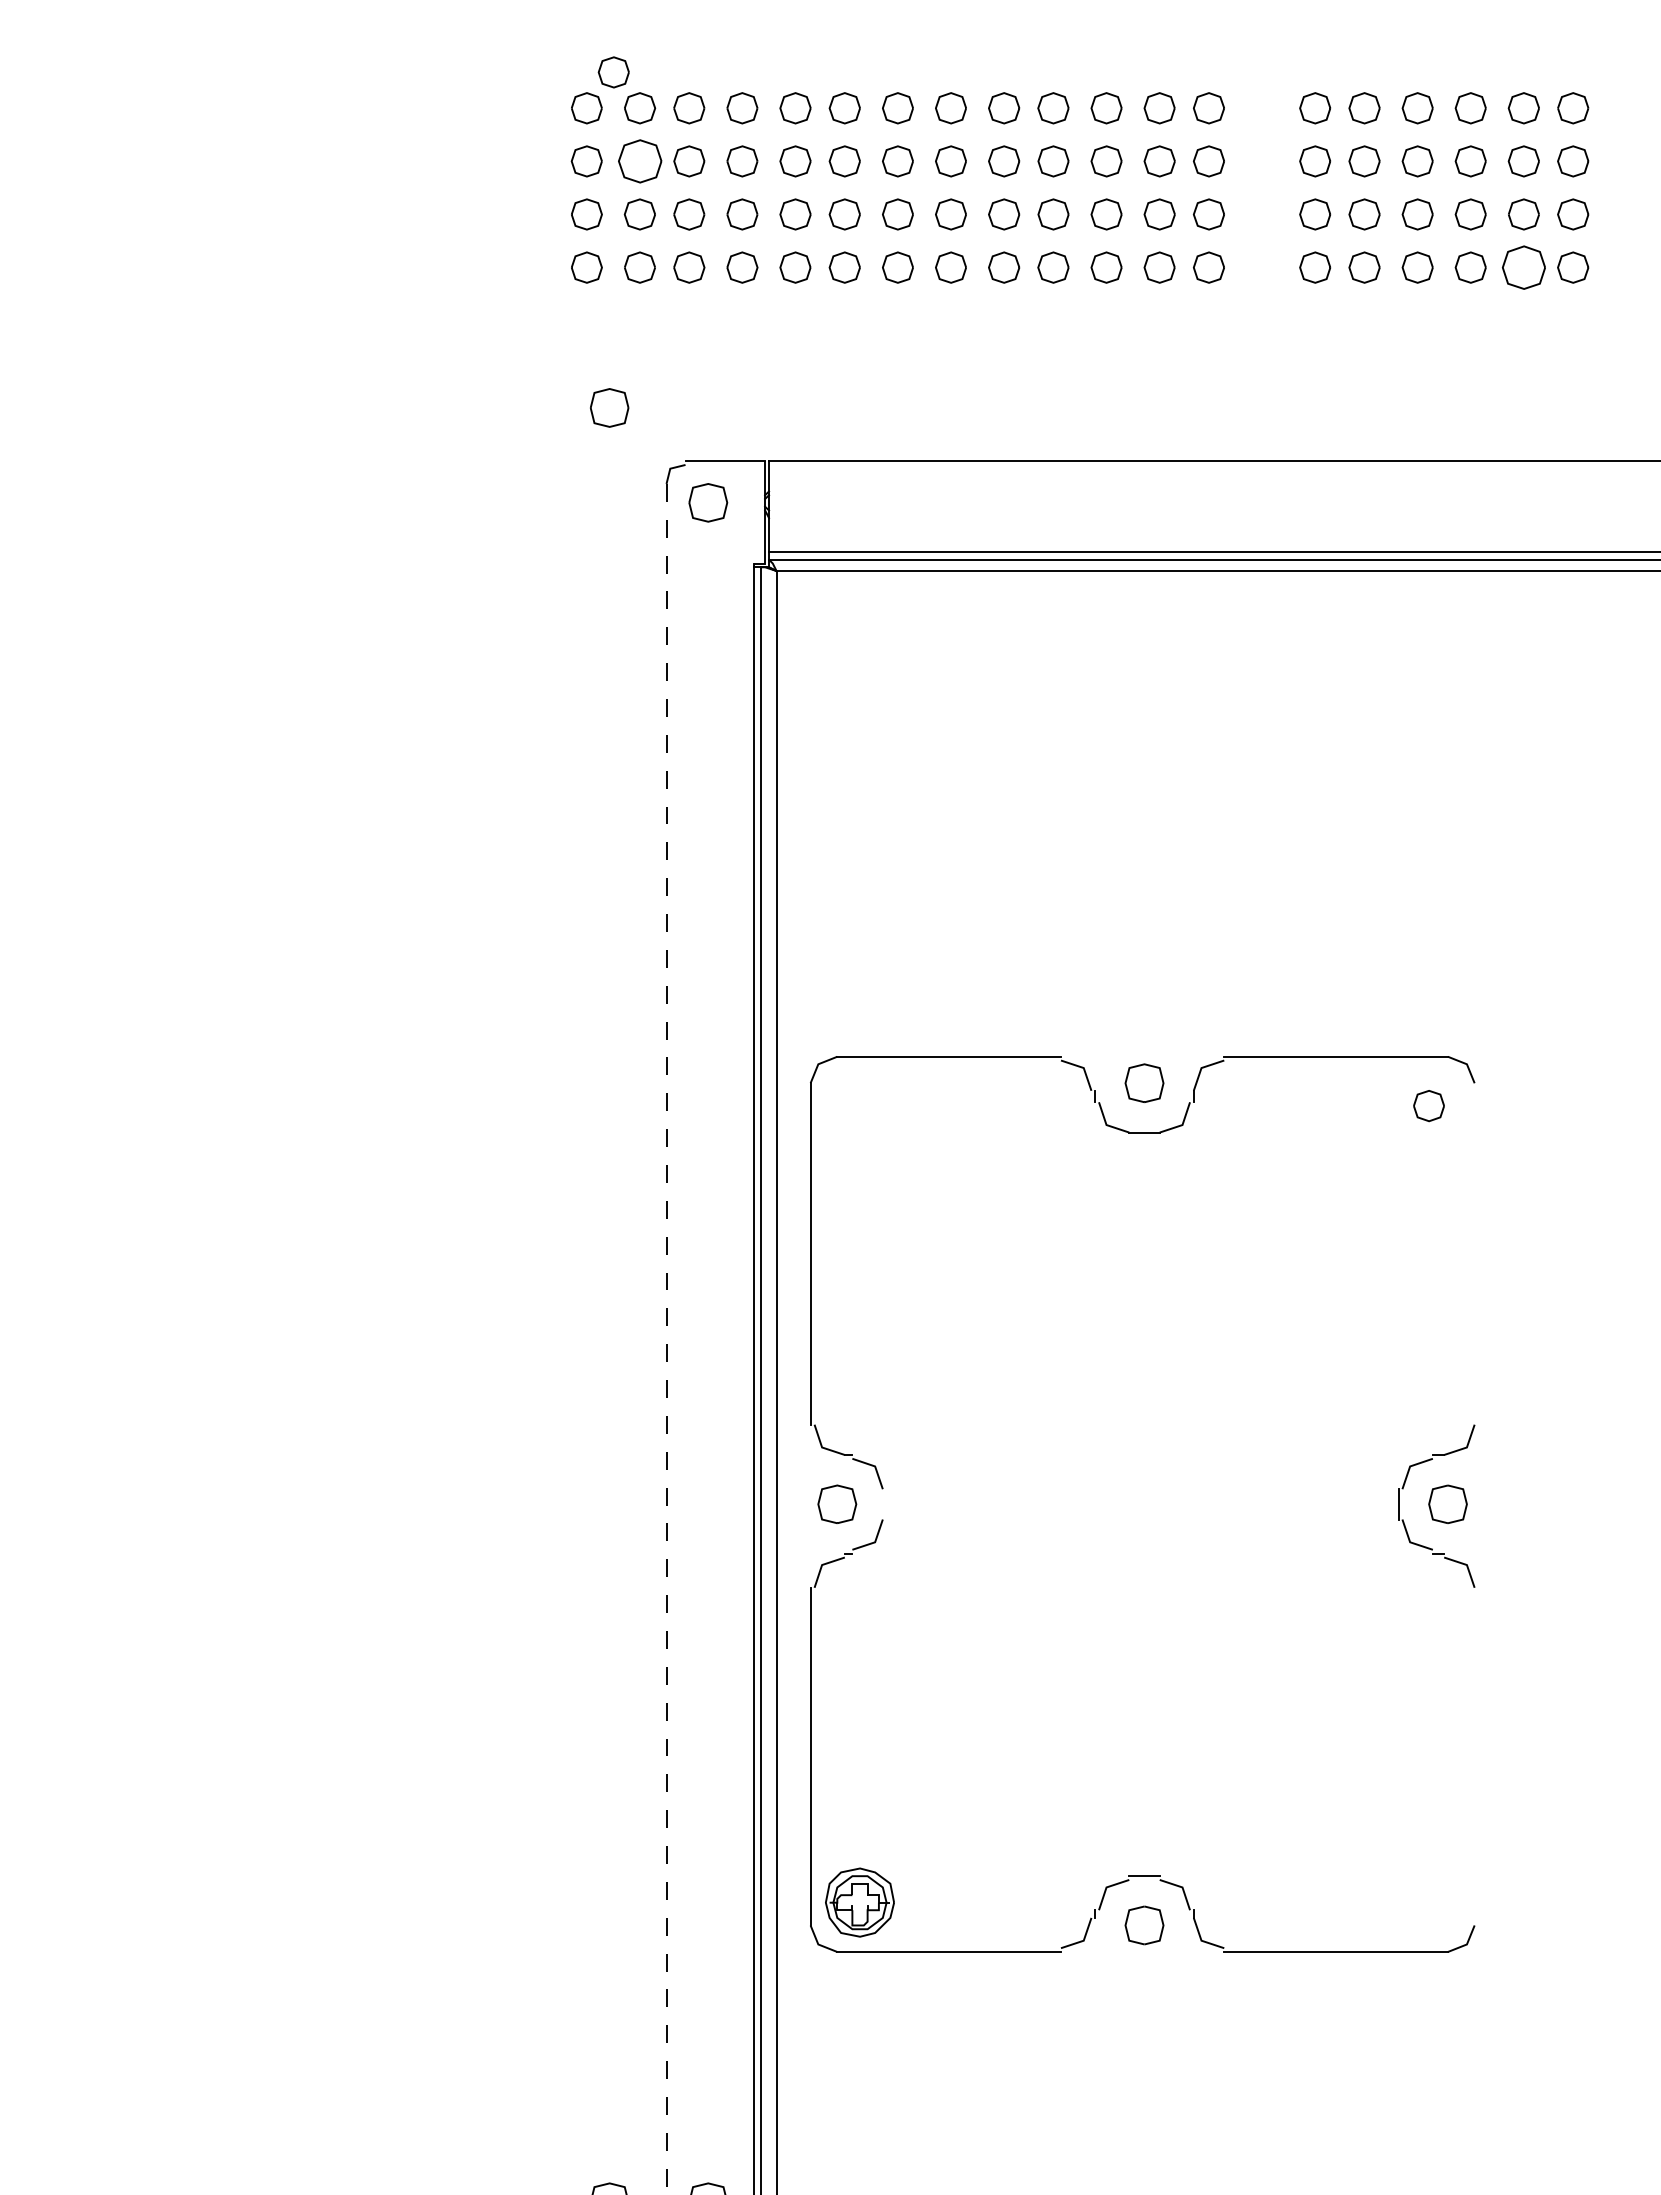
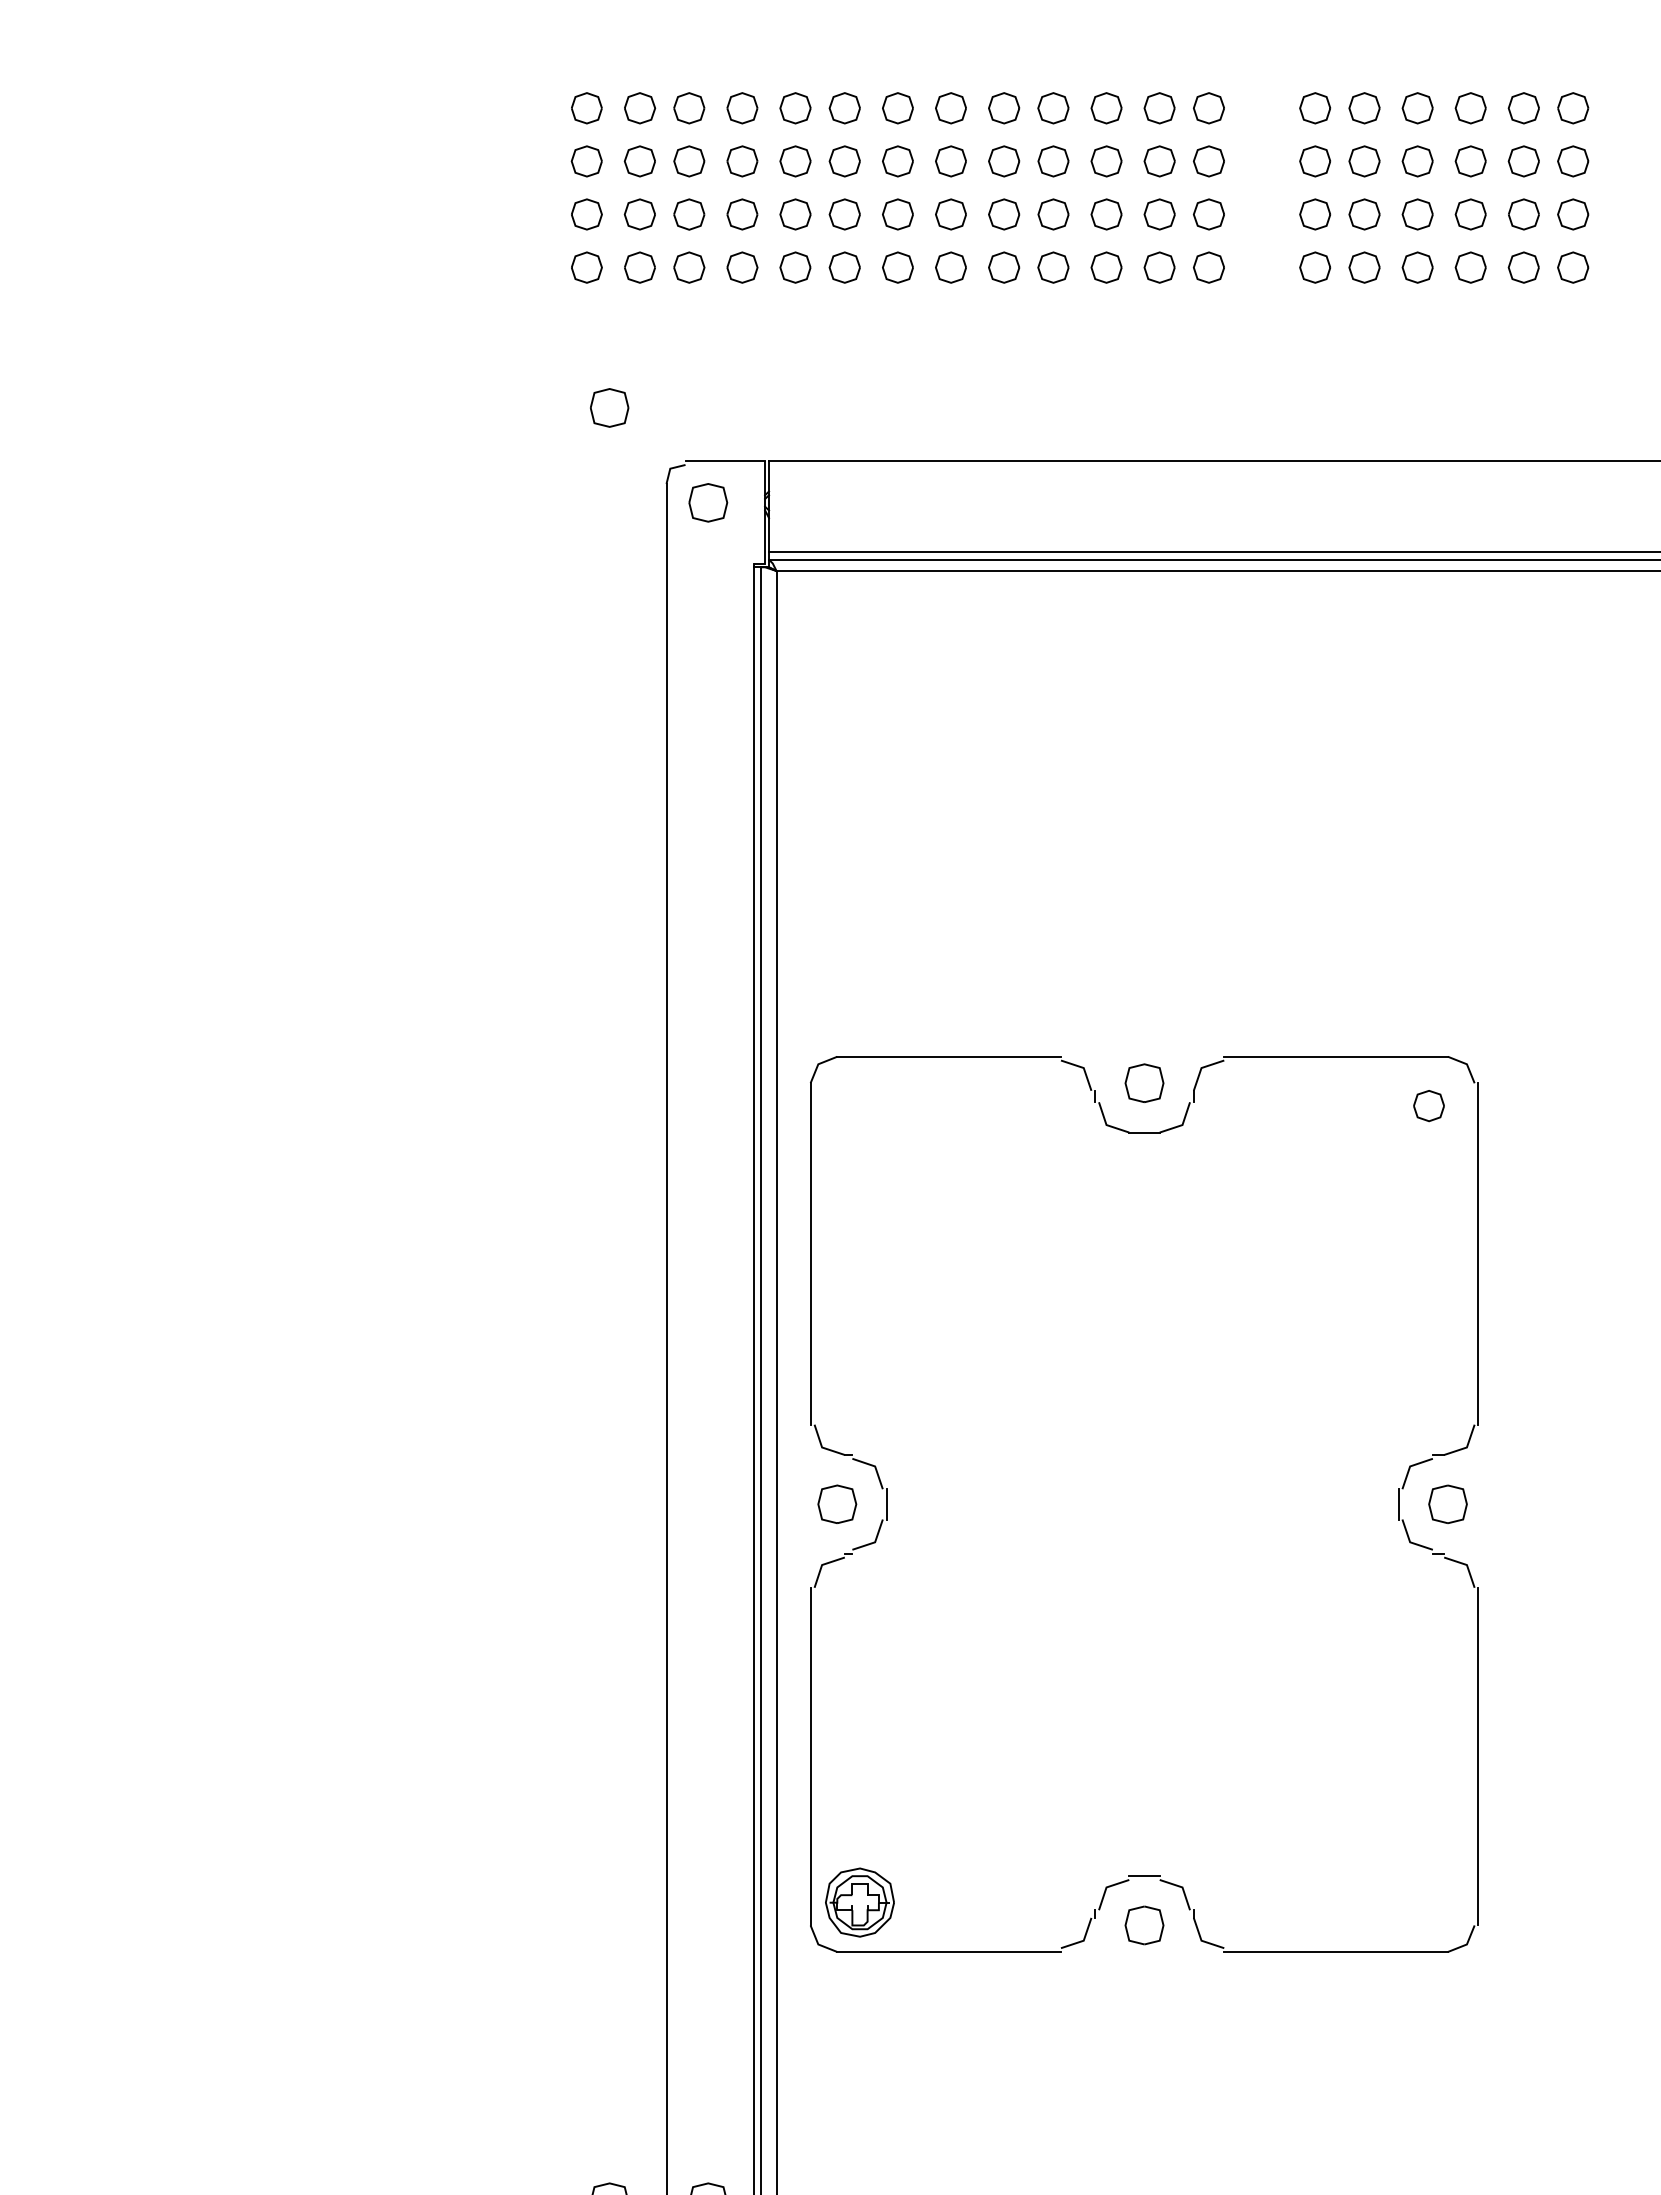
part at (613, 72): present -> none
part at (640, 161) size: 45x45 px -> 33x33 px
part at (1523, 267) size: 45x45 px -> 33x33 px
line at (1478, 1253): none -> present
line at (666, 1339): dashed -> solid
line at (886, 1504): none -> present
line at (1478, 1756): none -> present
